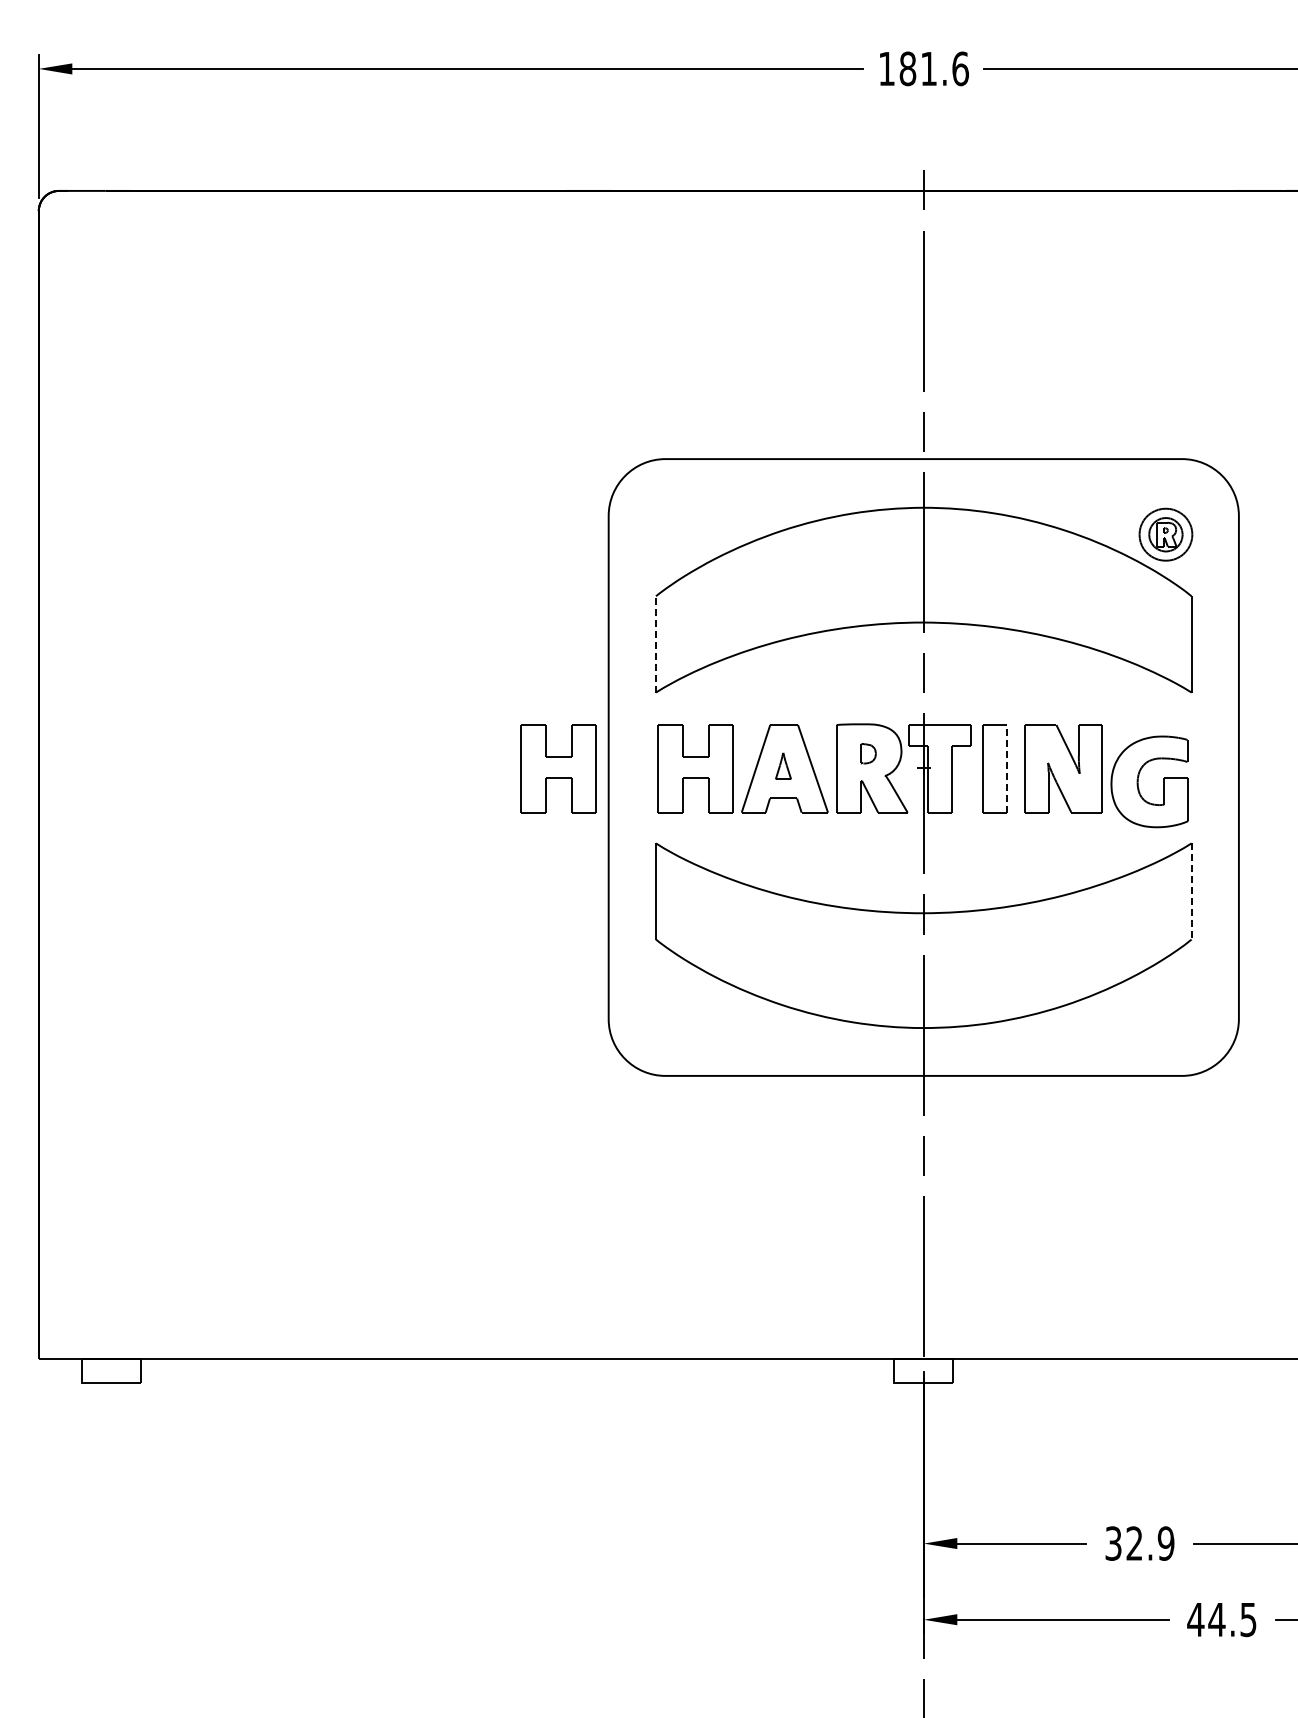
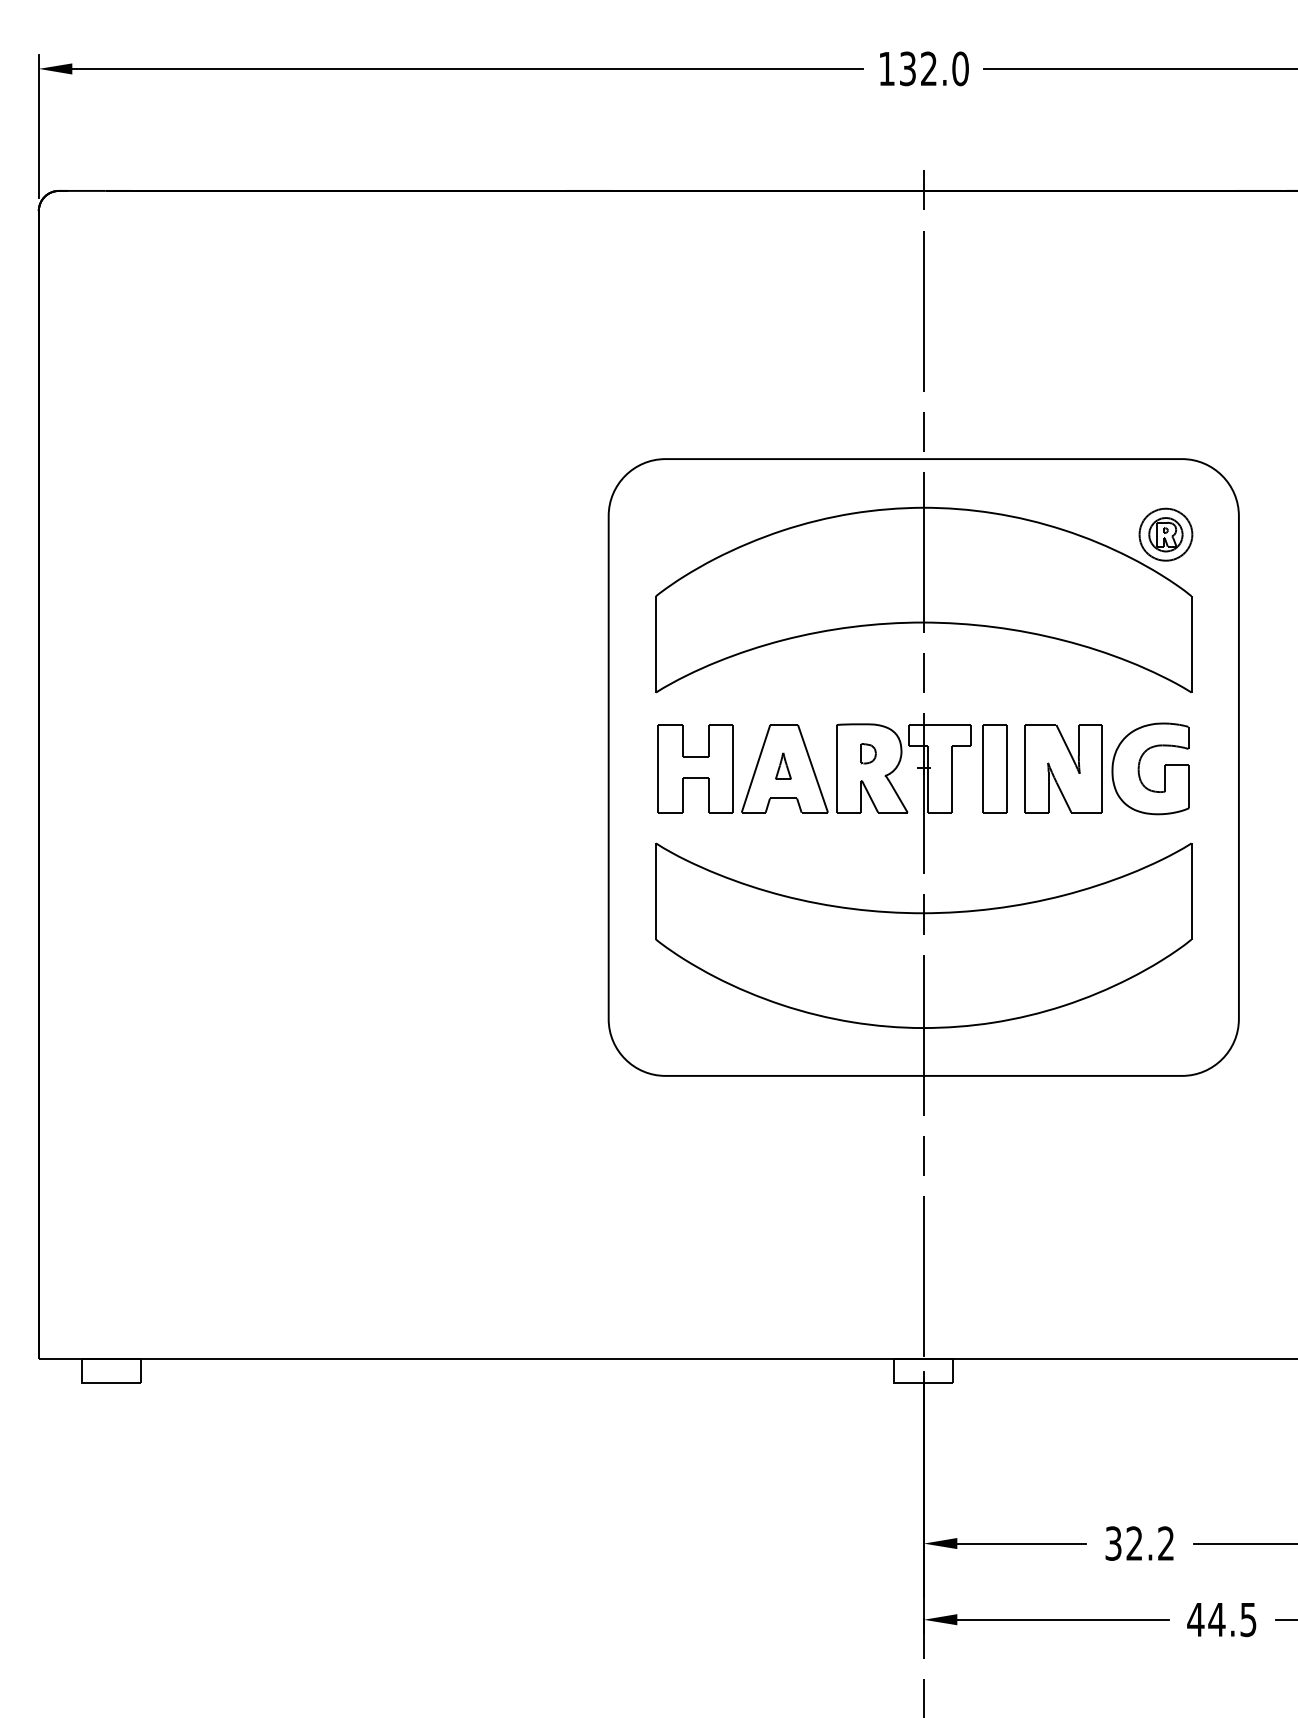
text at (933, 68): 181.6 -> 132.0
line at (656, 643): dashed -> solid
part at (558, 768): present -> none
line at (1007, 768): dashed -> solid
part at (1138, 781) position: (1138, 781) -> (1139, 768)
line at (1191, 891): dashed -> solid
text at (1165, 1543): 32.9 -> 32.2
